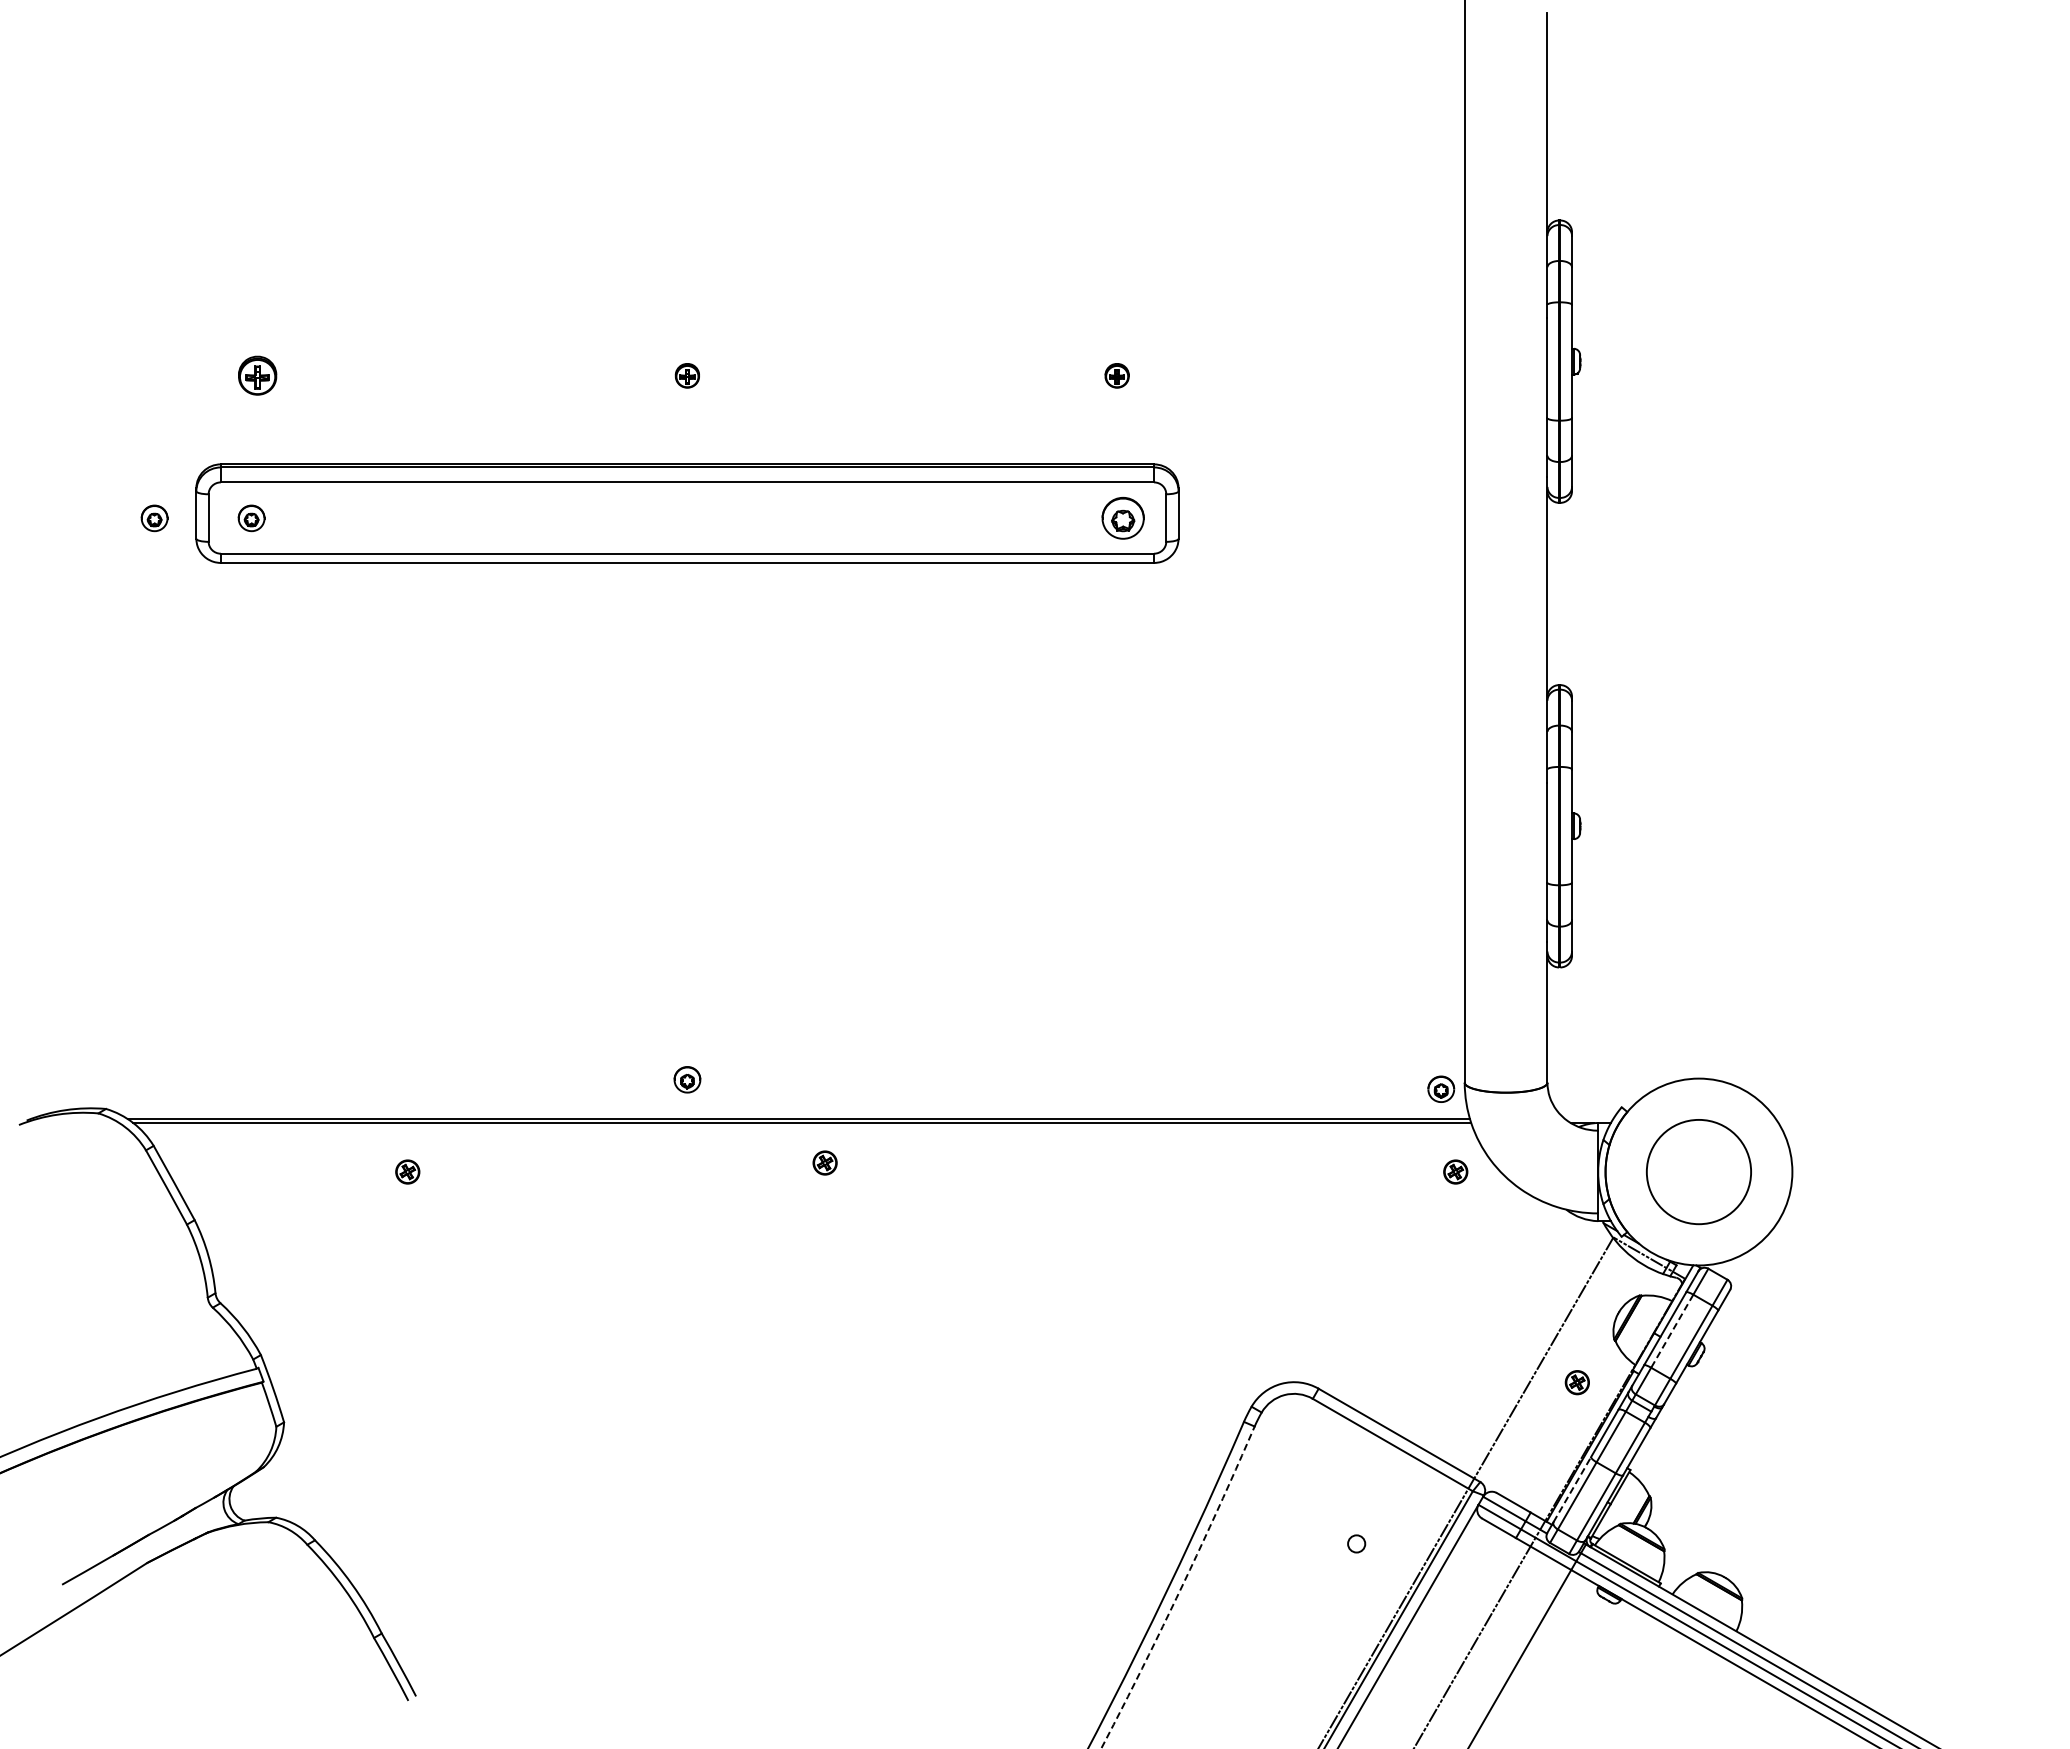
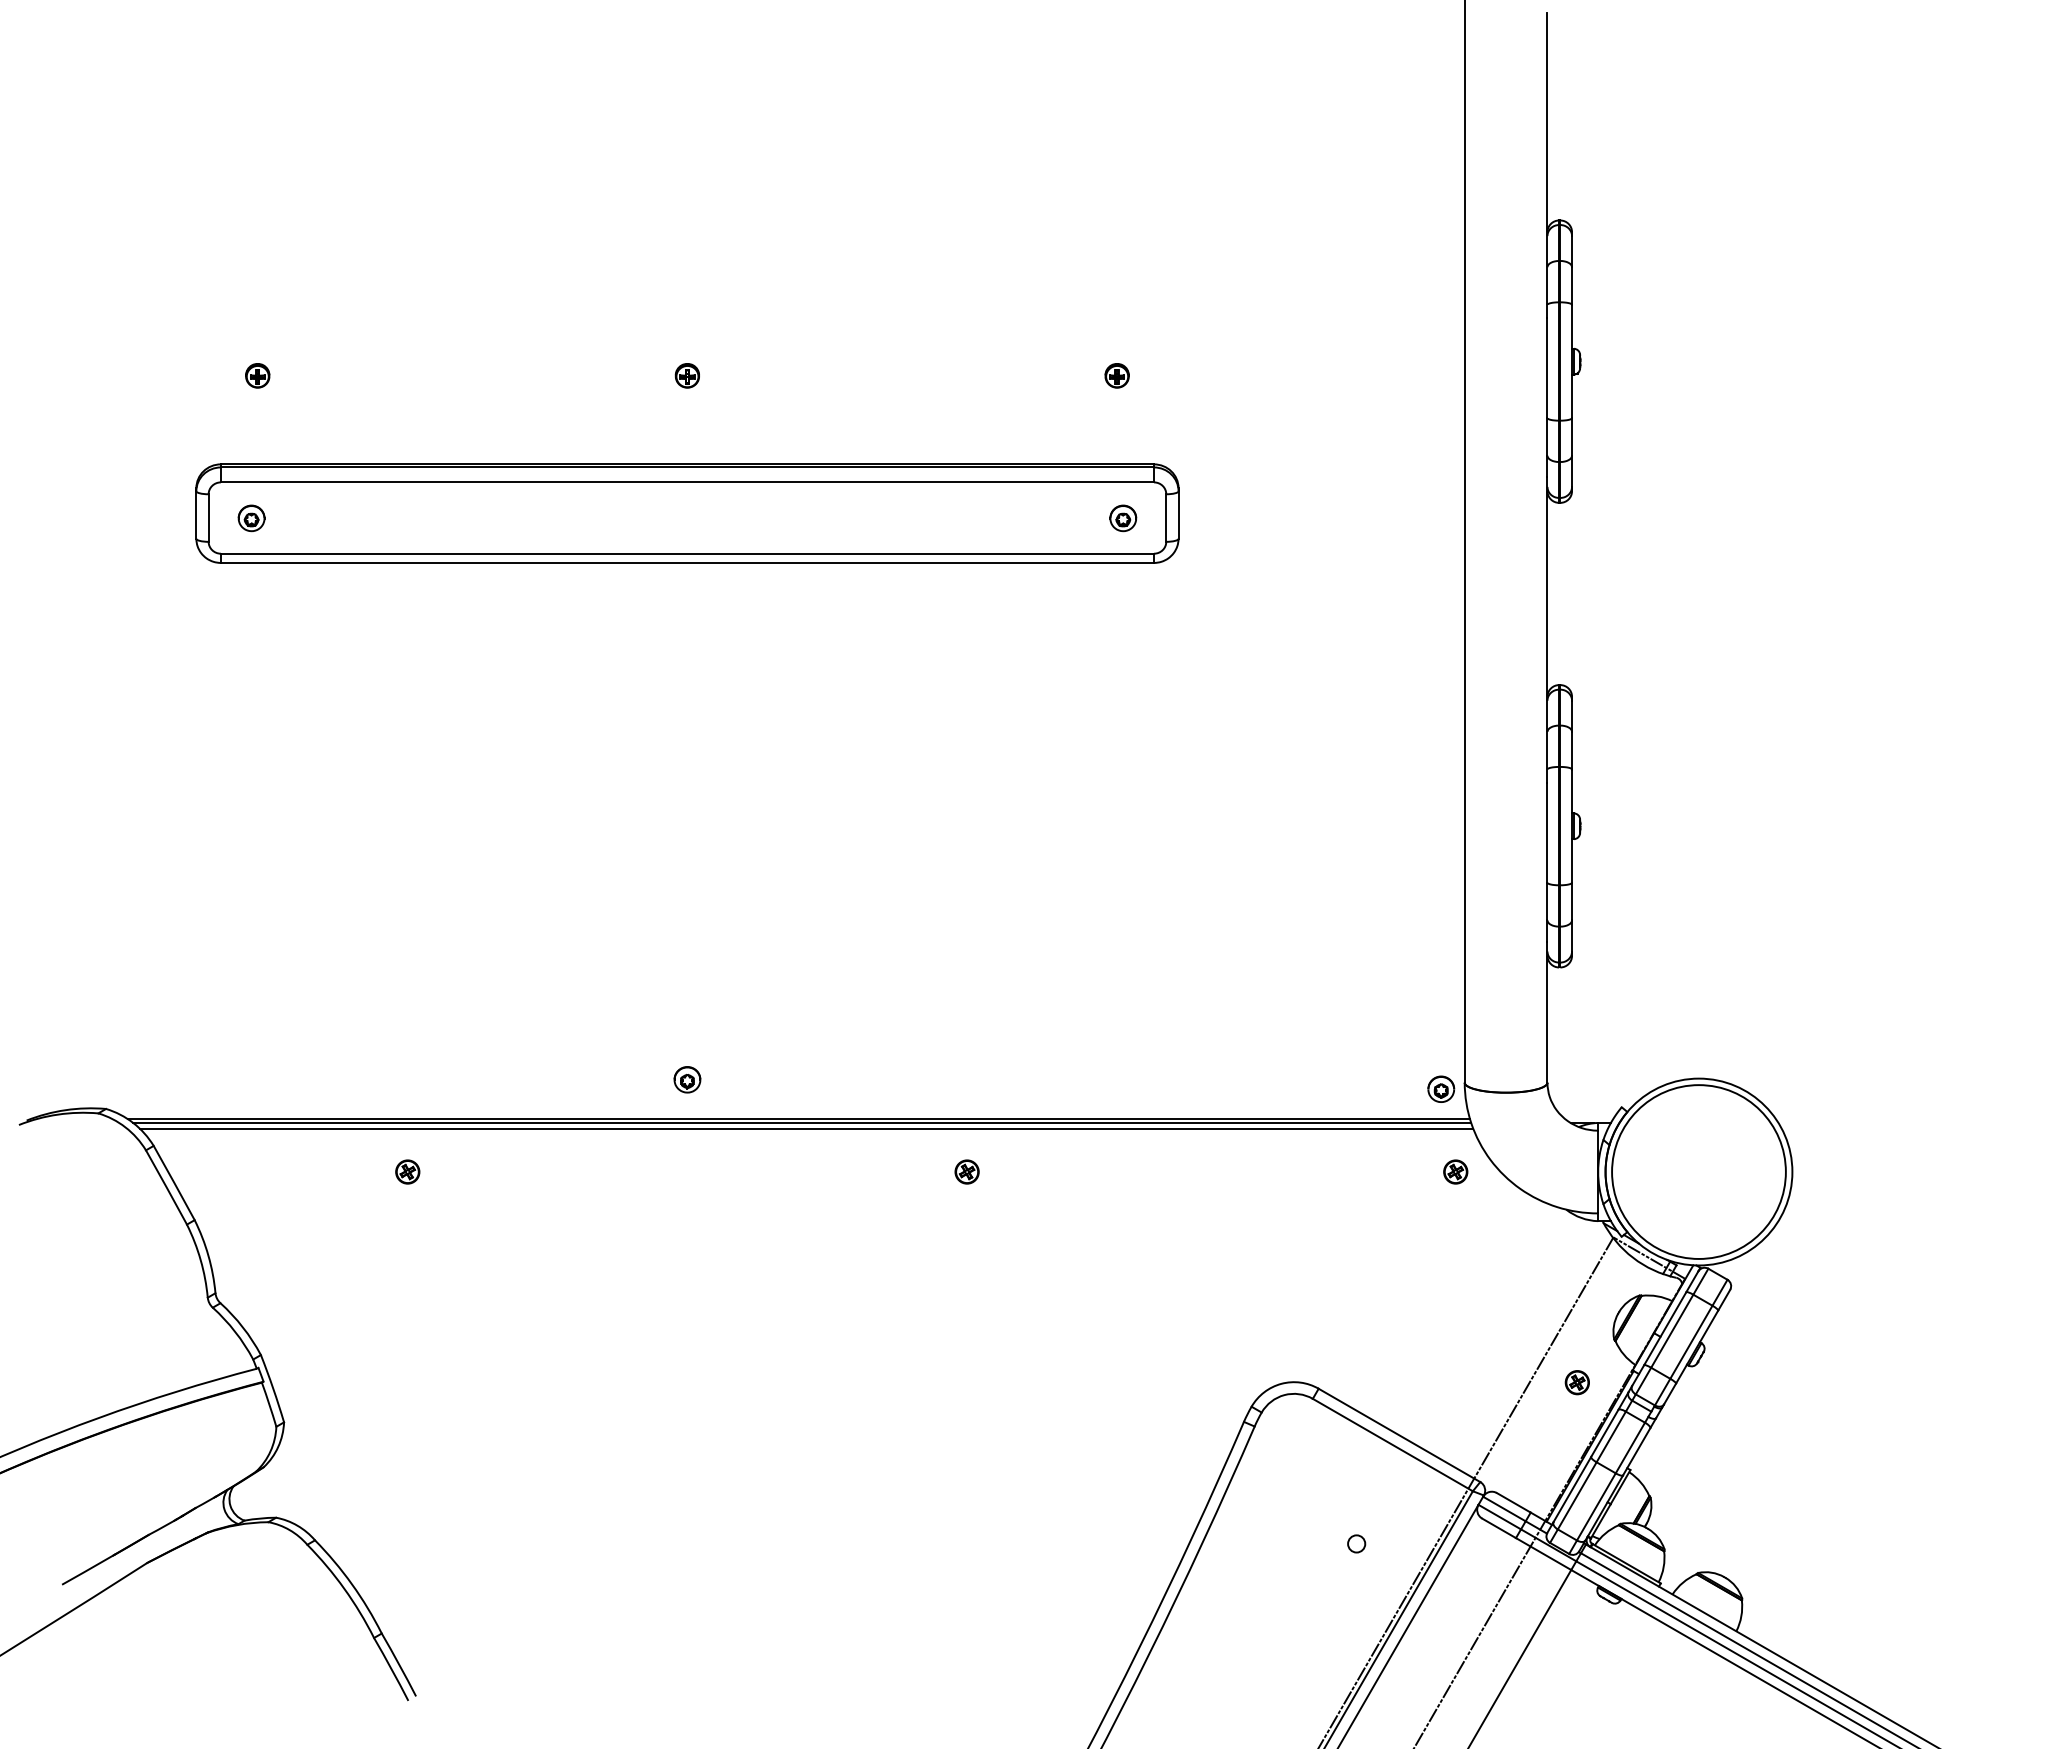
part at (257, 375) size: 40x41 px -> 26x26 px
part at (154, 518): present -> none
part at (1122, 518) size: 44x43 px -> 29x29 px
line at (806, 1129): none -> present
part at (824, 1162) position: (824, 1162) -> (966, 1171)
circle at (1698, 1171) diameter: 104 px -> 174 px
line at (1672, 1331): dashed -> solid
line at (1572, 1489): dashed -> solid
arc at (1180, 1589): dashed -> solid
